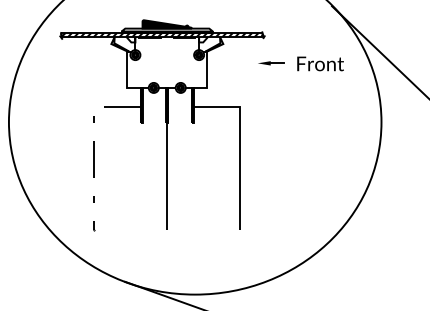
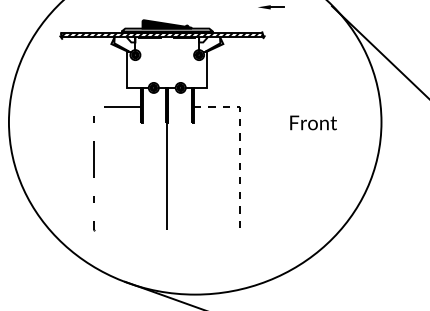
part at (271, 63) position: (271, 63) -> (271, 7)
text at (320, 63) position: (320, 63) -> (313, 122)
line at (240, 144): solid -> dashed
